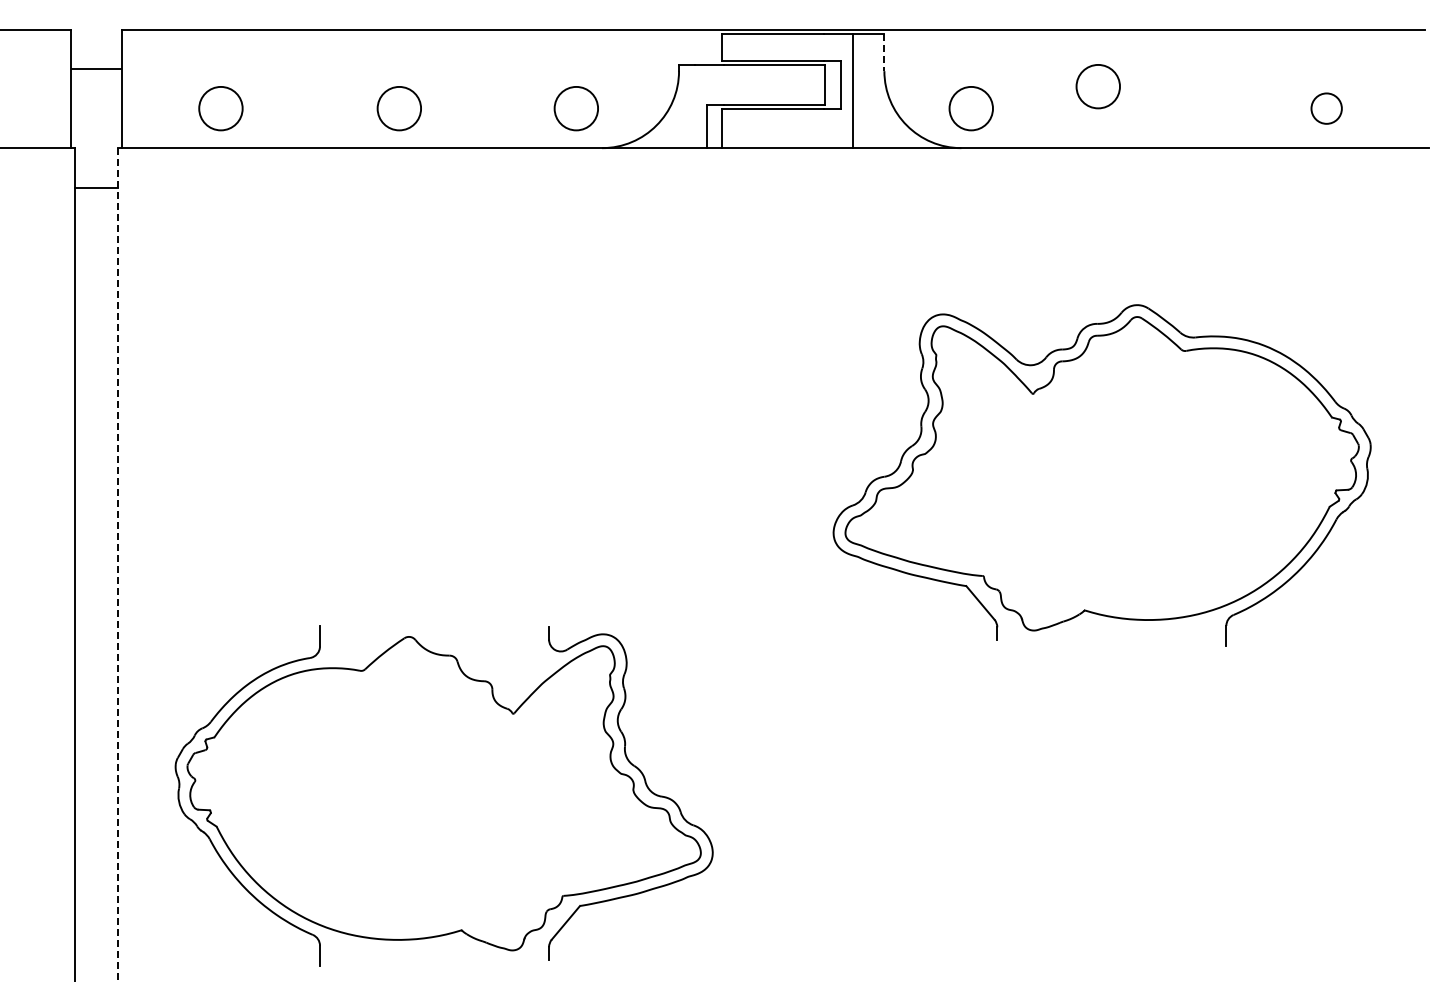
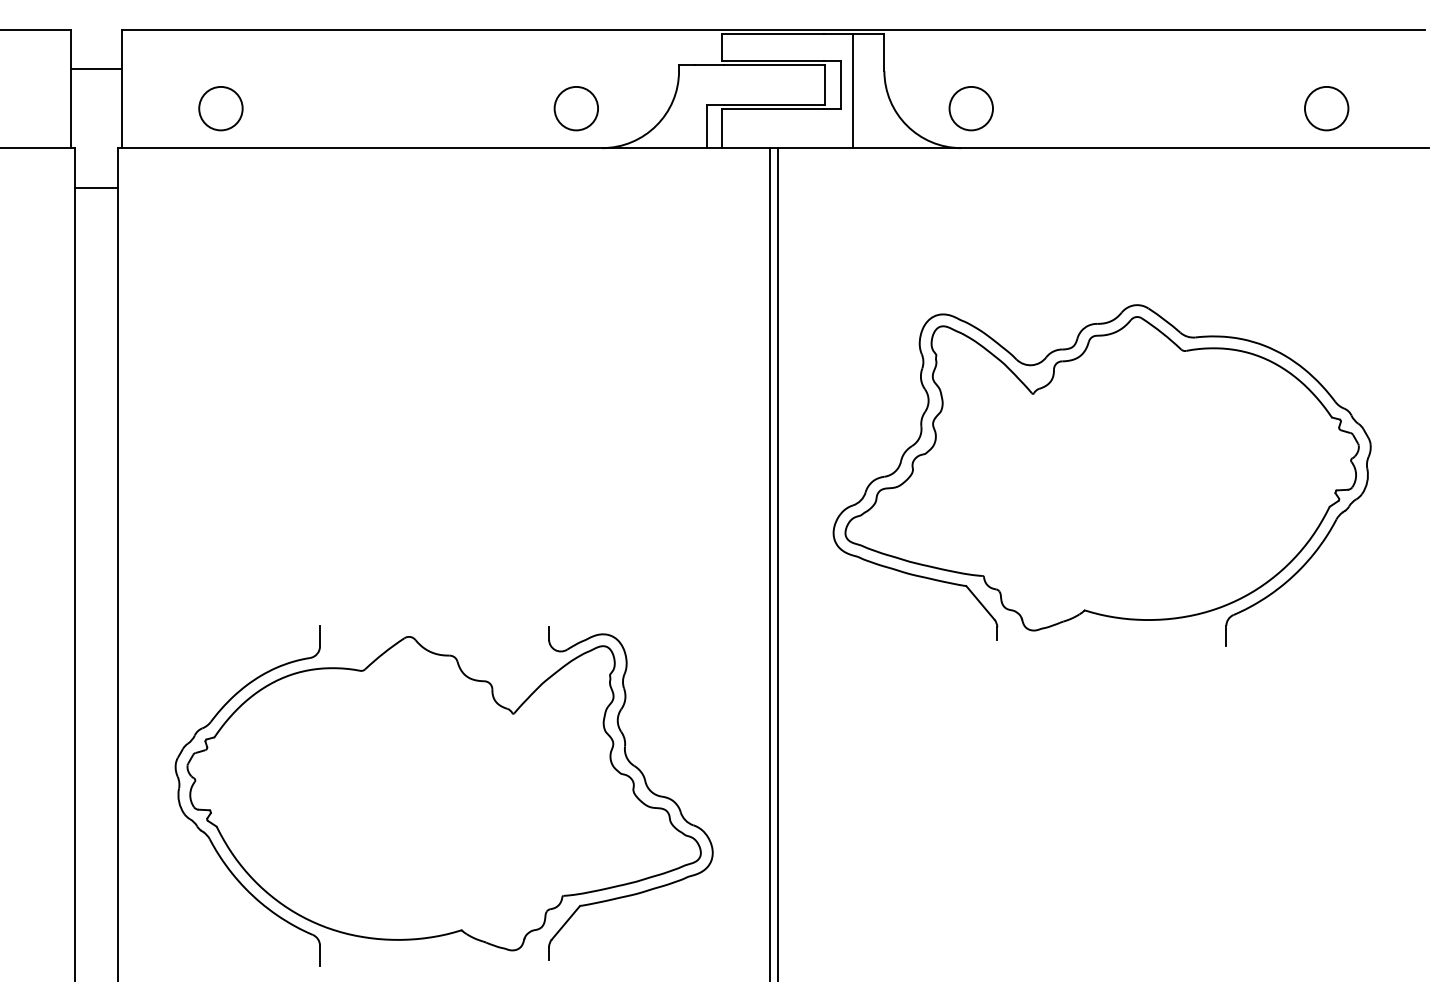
line at (884, 52): dashed -> solid
circle at (1097, 86): present -> none
circle at (398, 108): present -> none
circle at (1326, 108) diameter: 30 px -> 43 px
line at (769, 563): none -> present
line at (777, 563): none -> present
line at (118, 565): dashed -> solid
